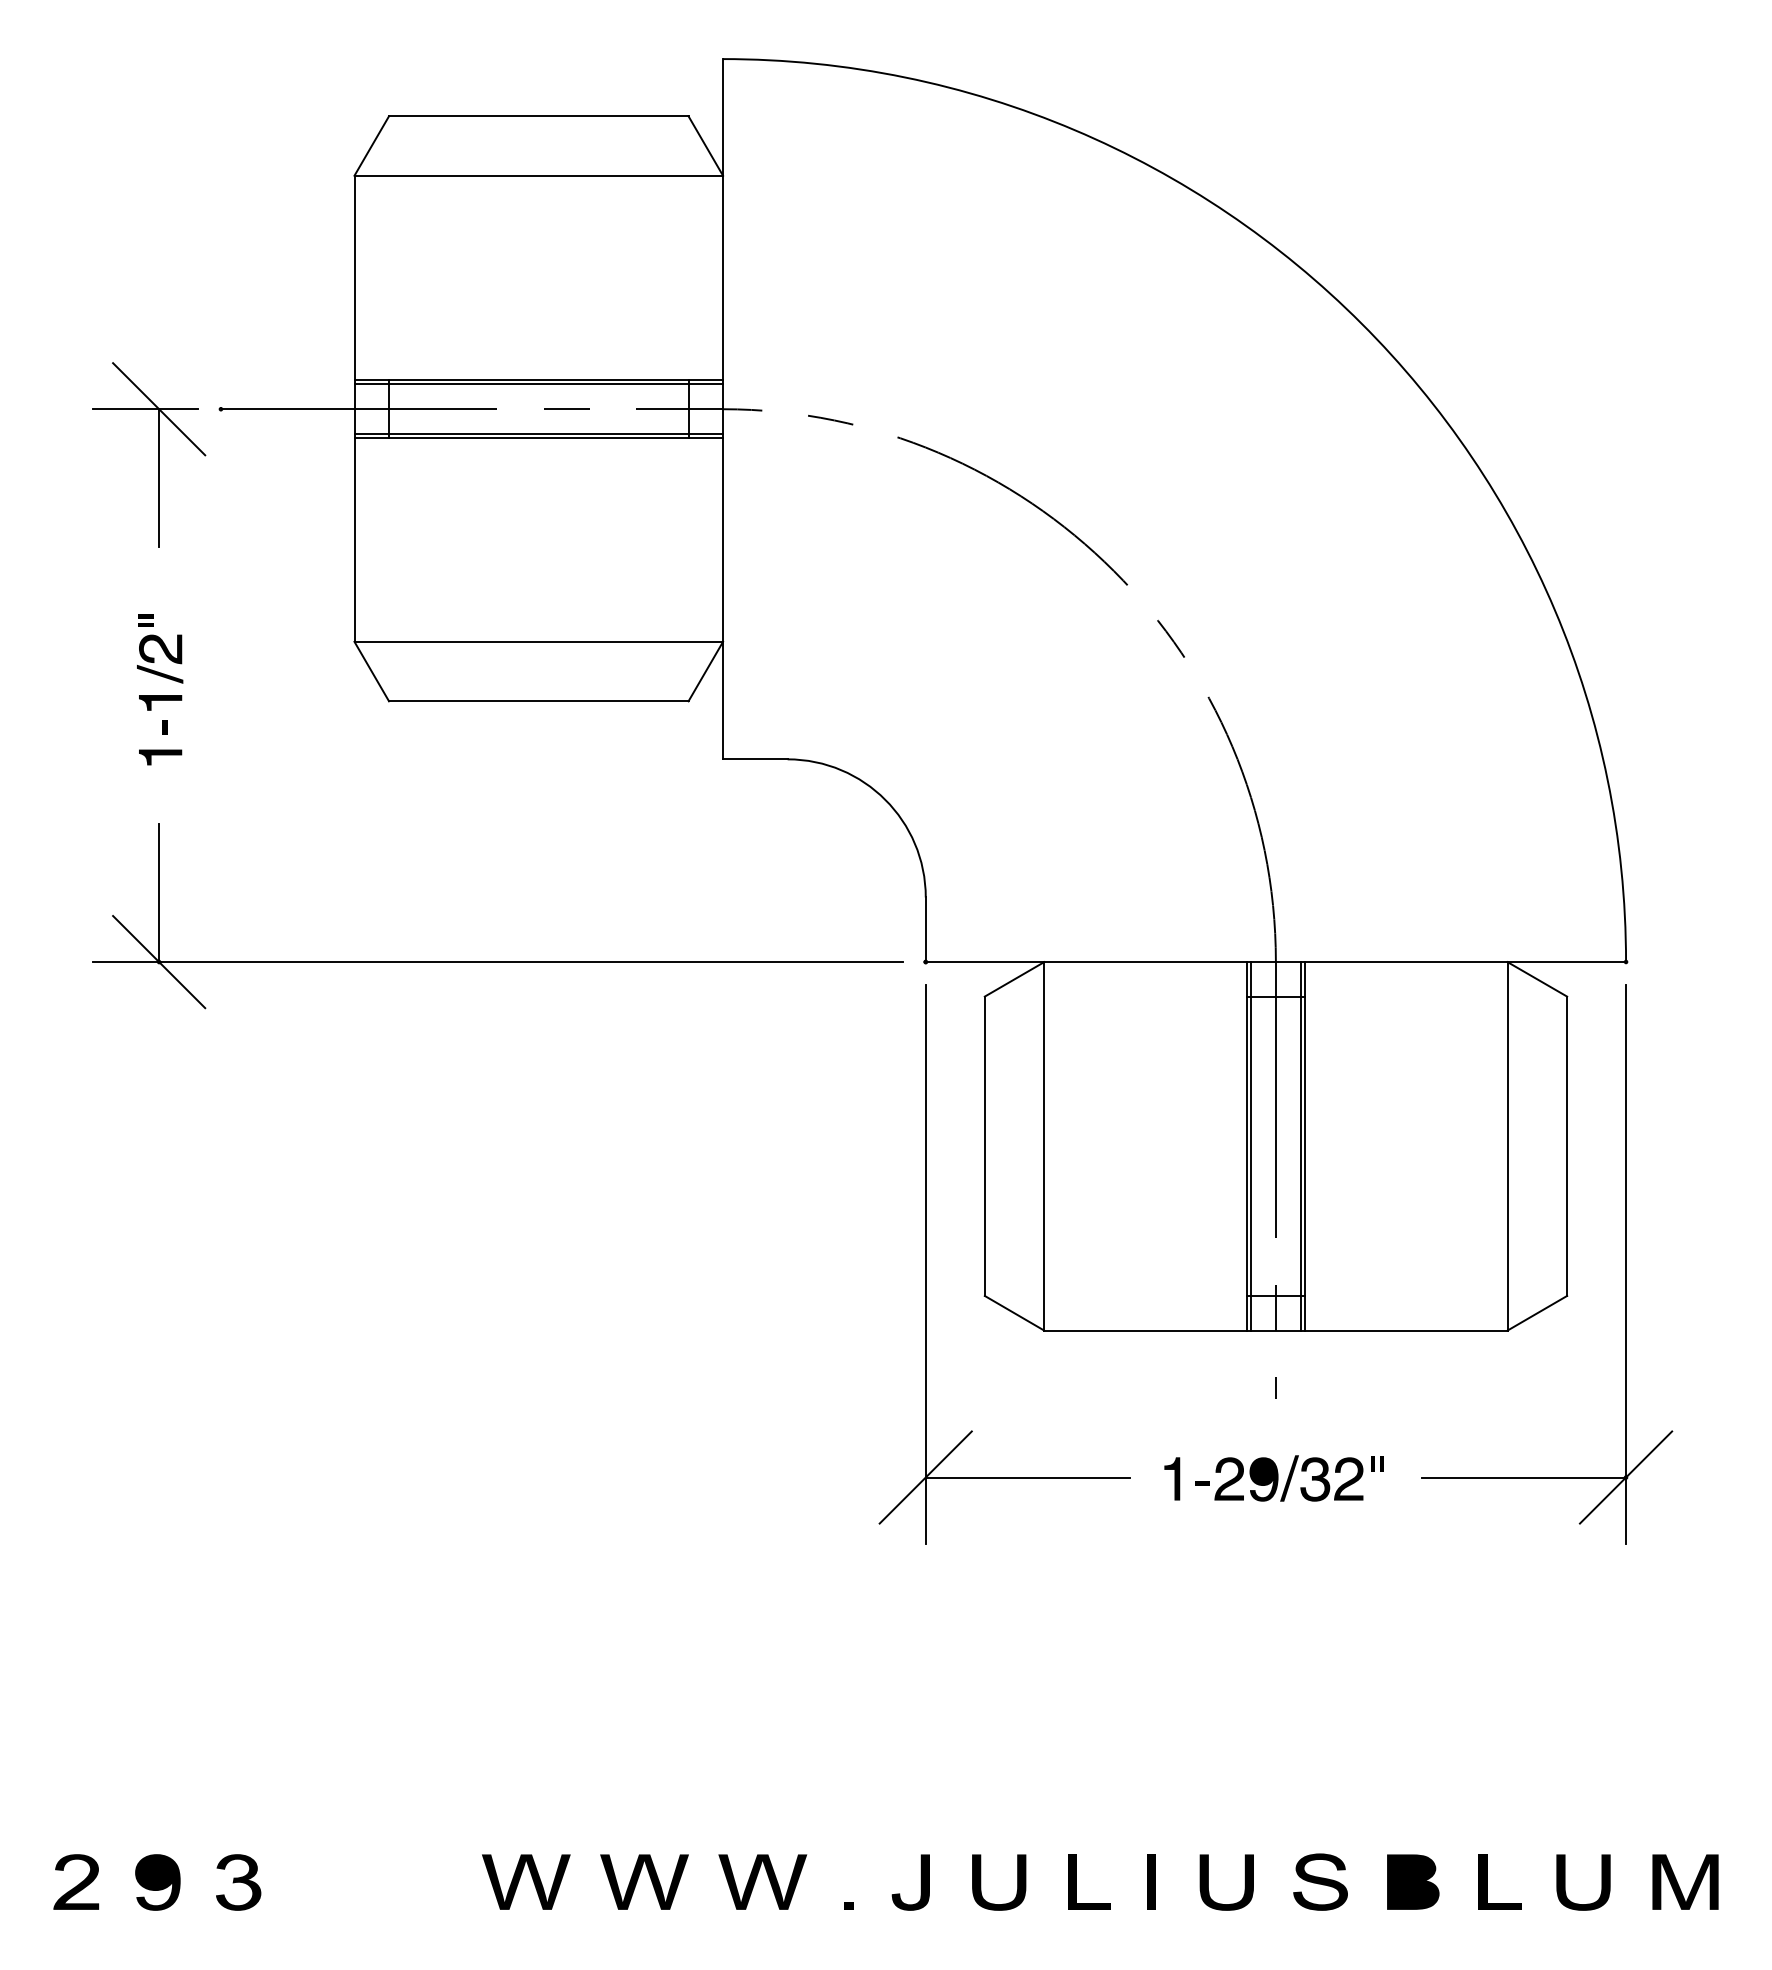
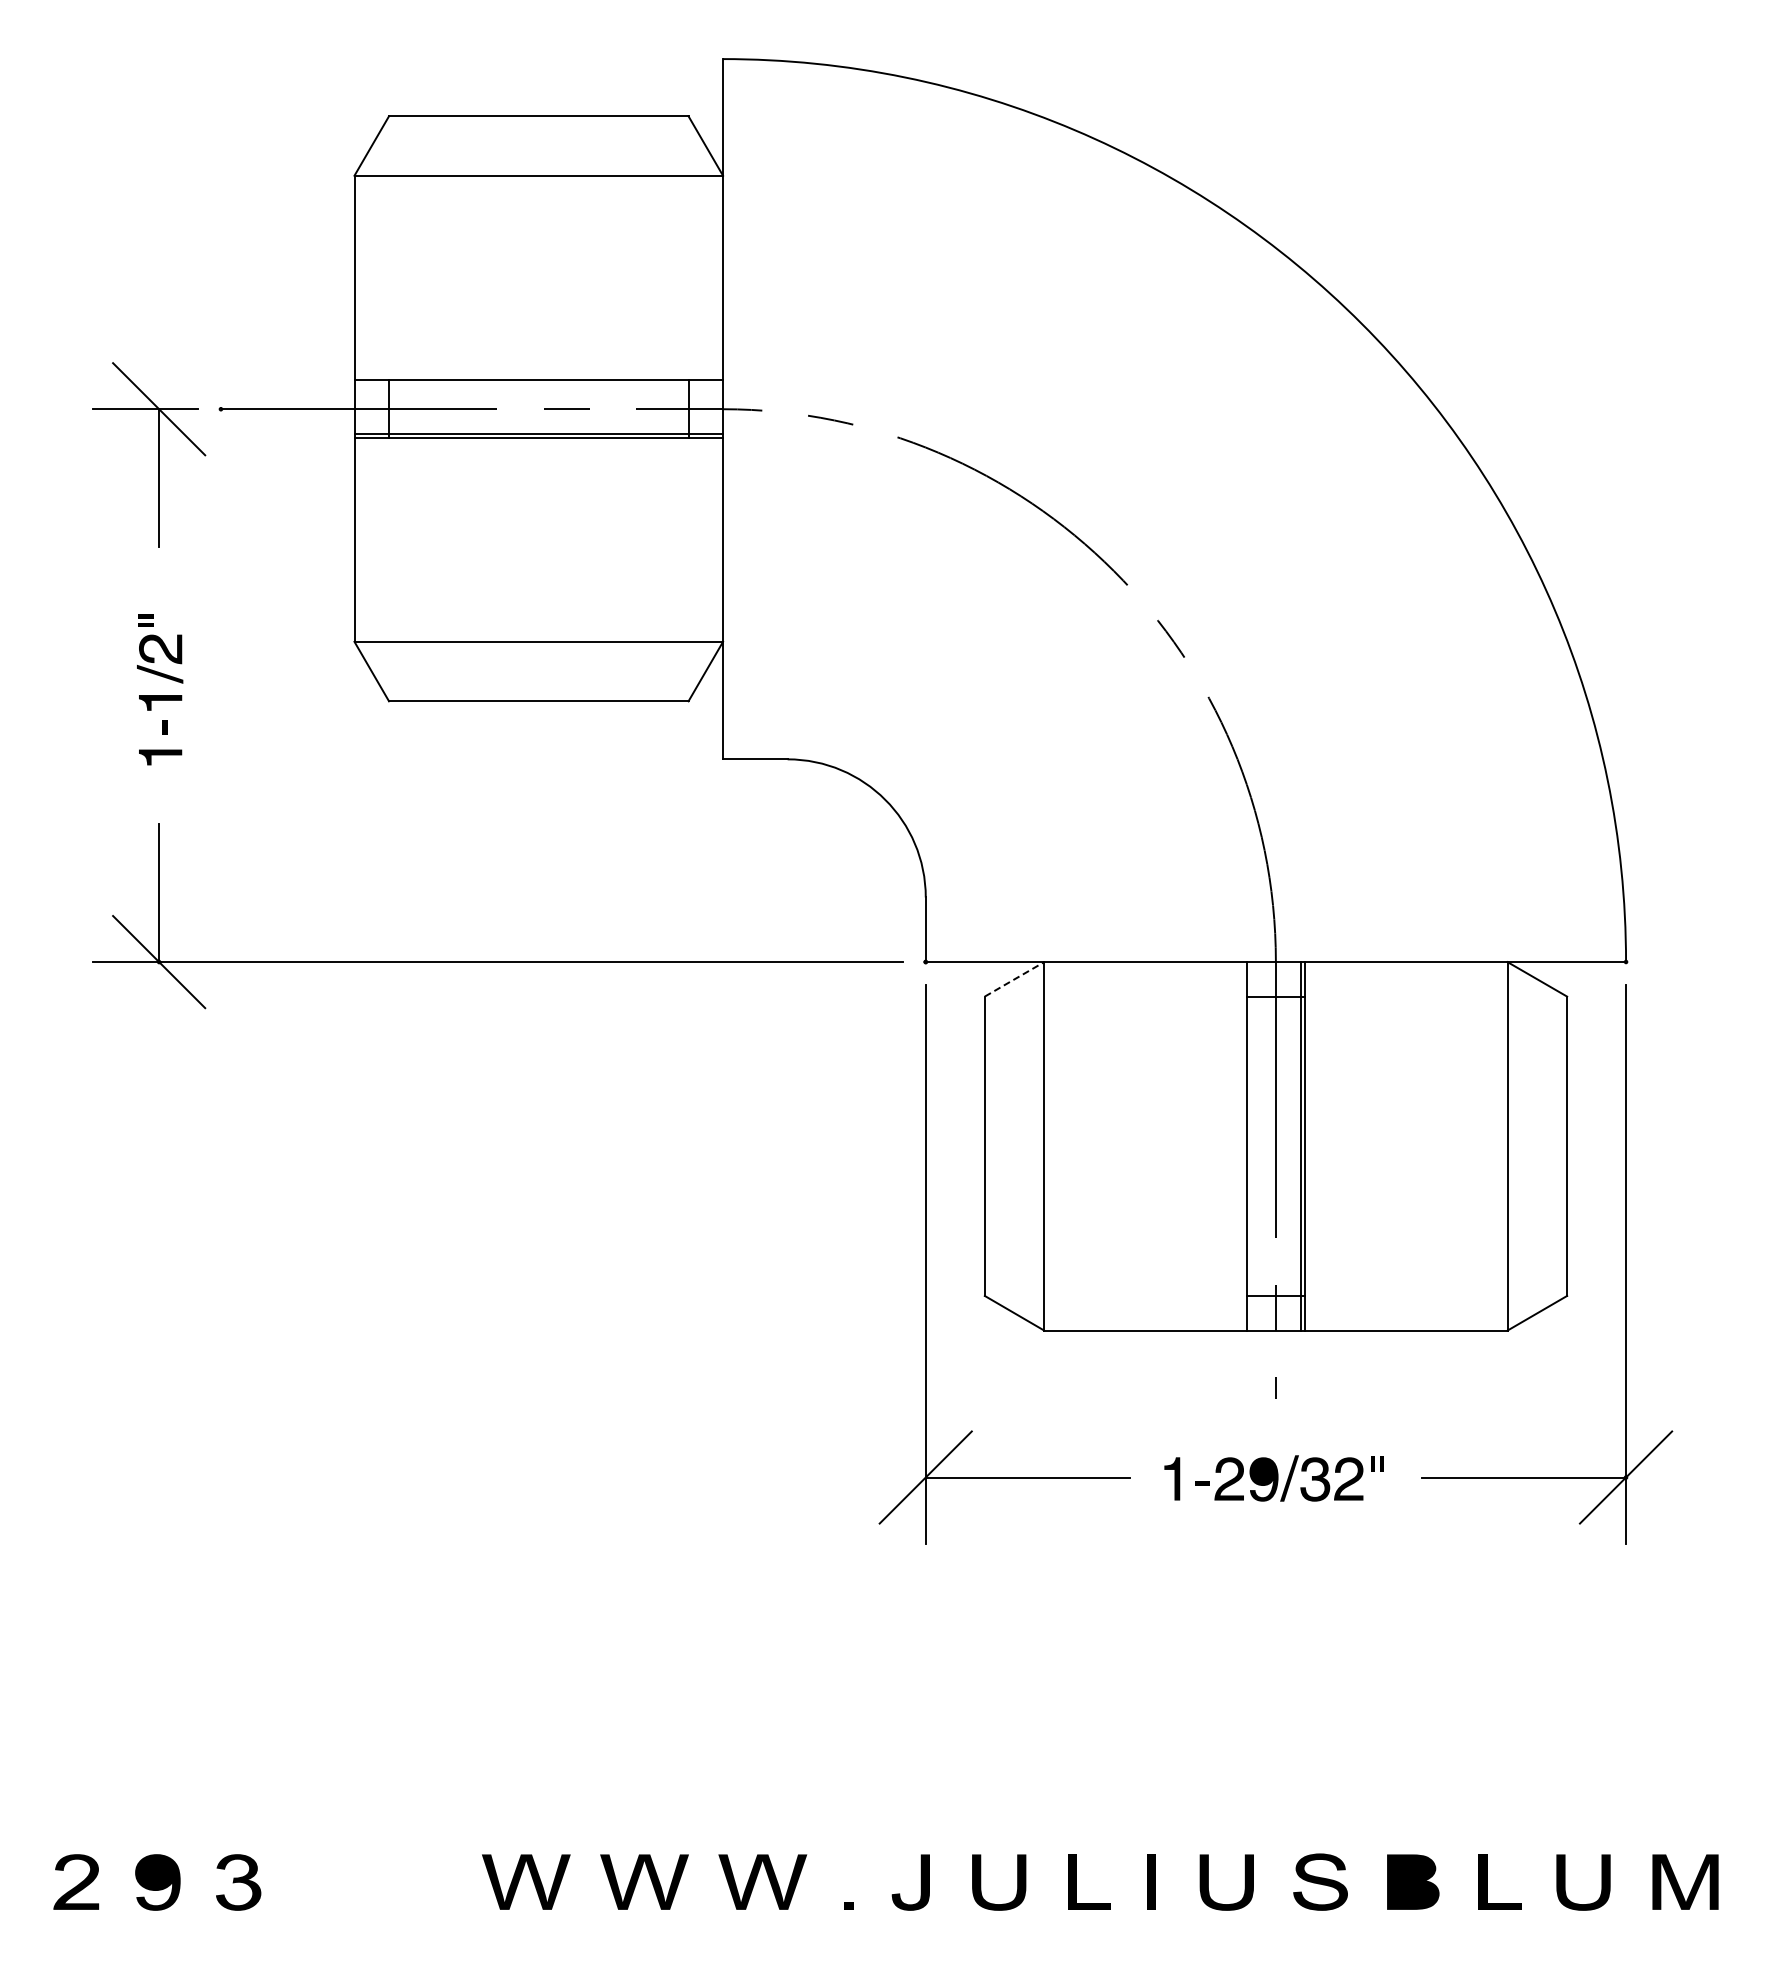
line at (538, 383): present -> none
line at (1015, 979): solid -> dashed
line at (1250, 1146): present -> none
